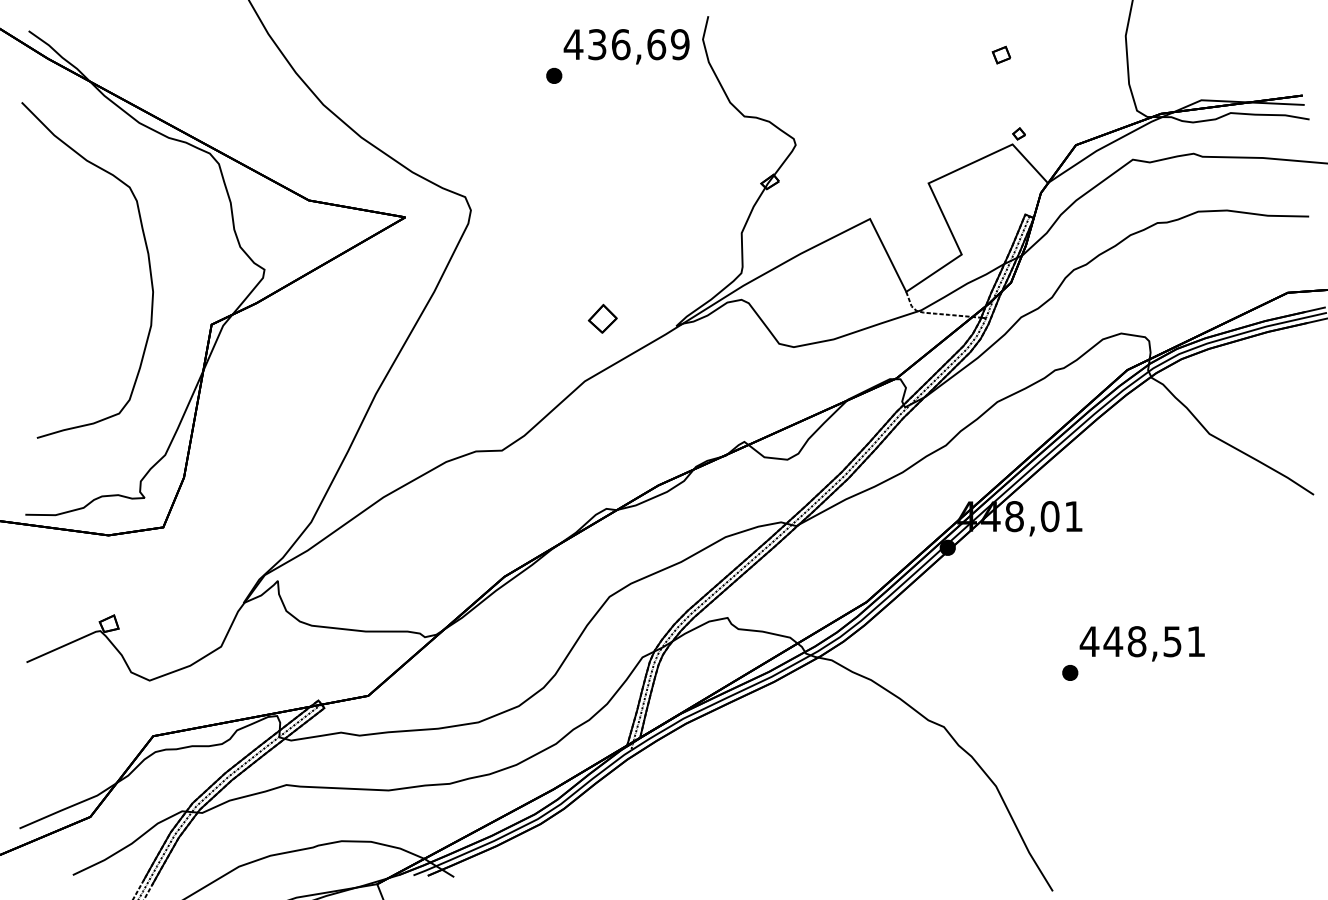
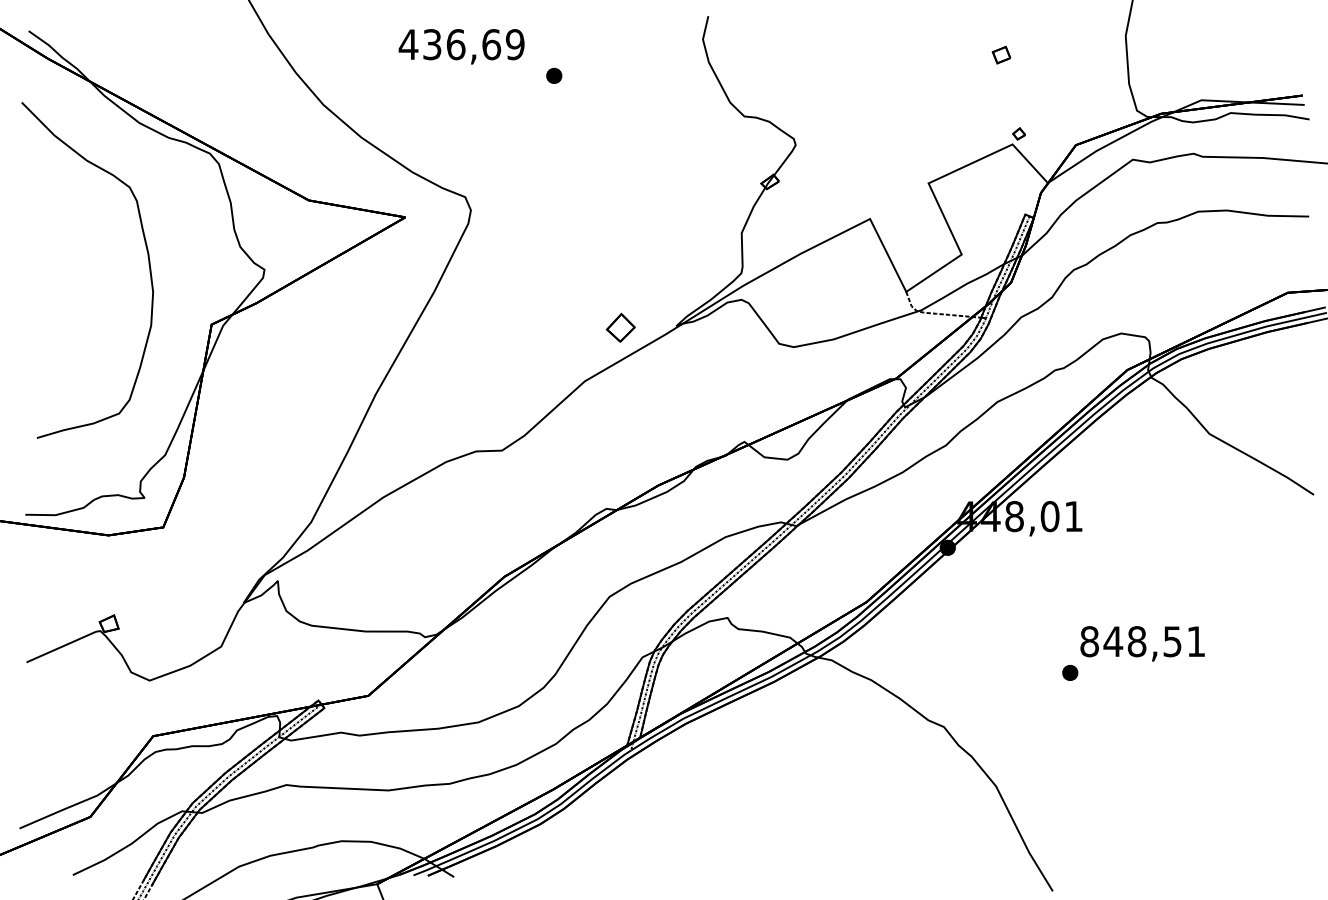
text at (626, 46) position: (626, 46) -> (461, 46)
part at (602, 318) position: (602, 318) -> (620, 327)
text at (1089, 641): 448,51 -> 848,51
